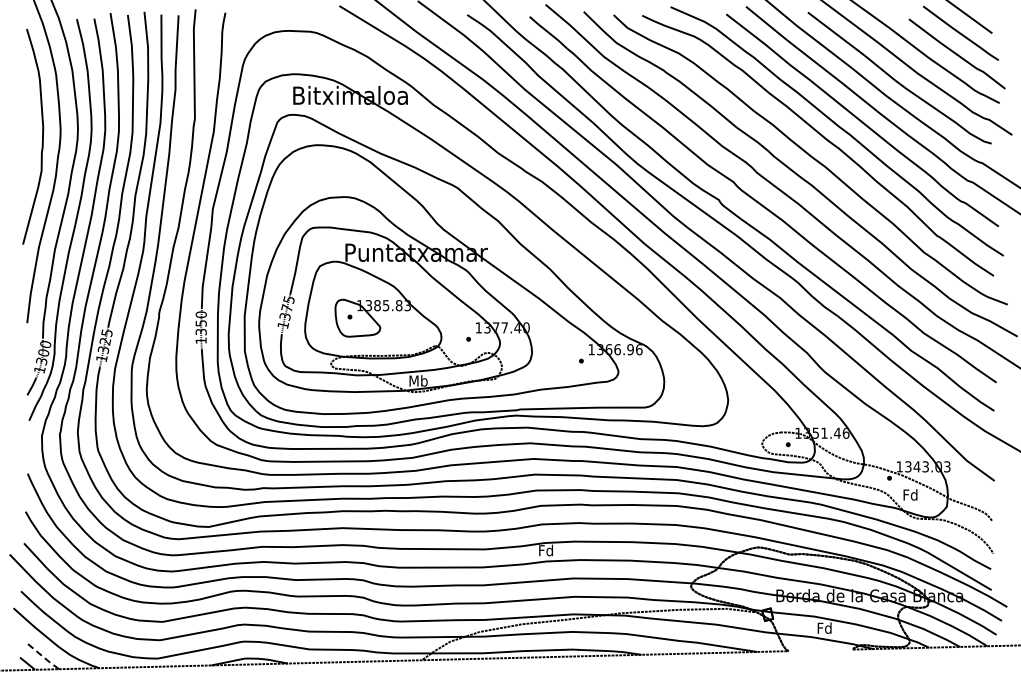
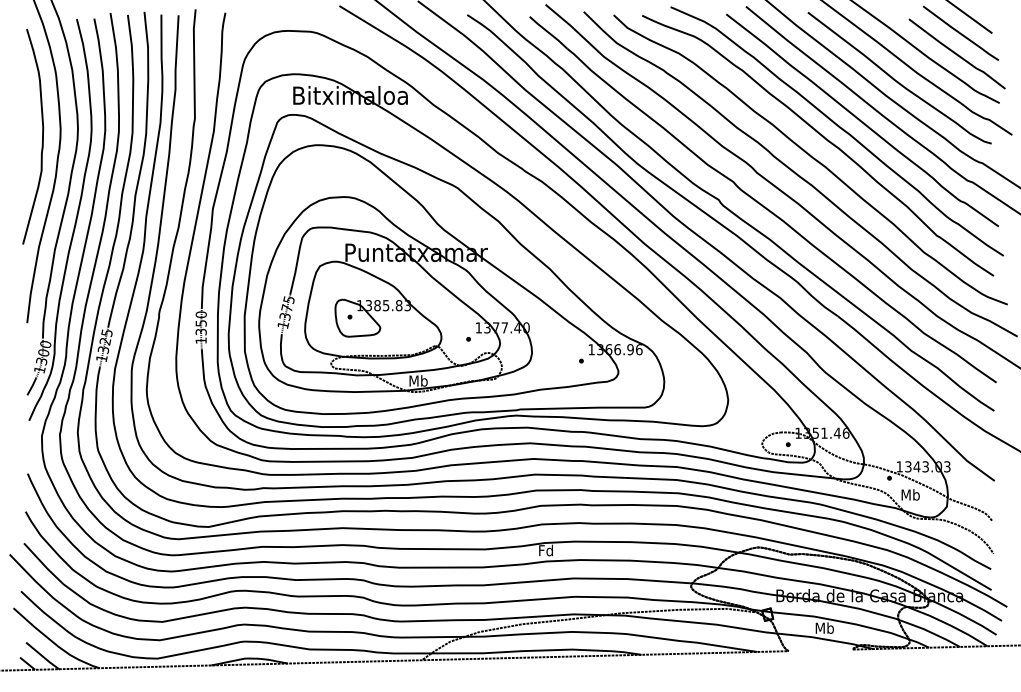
text at (910, 494): Fd -> Mb
text at (824, 627): Fd -> Mb
line at (42, 656): dashed -> solid
